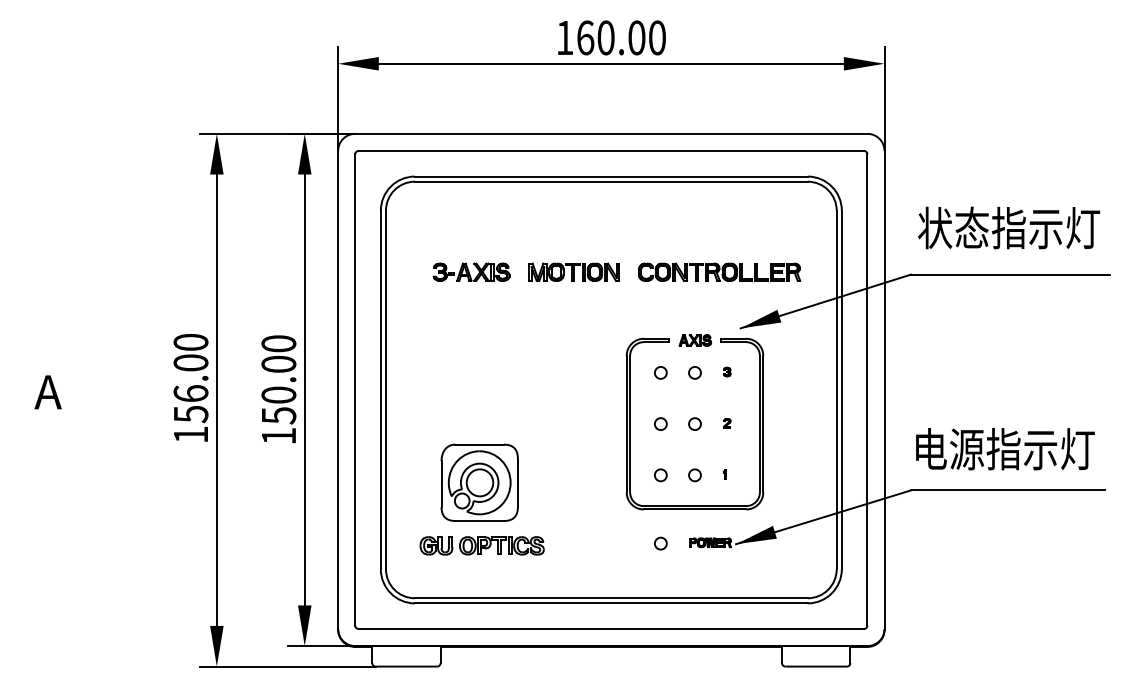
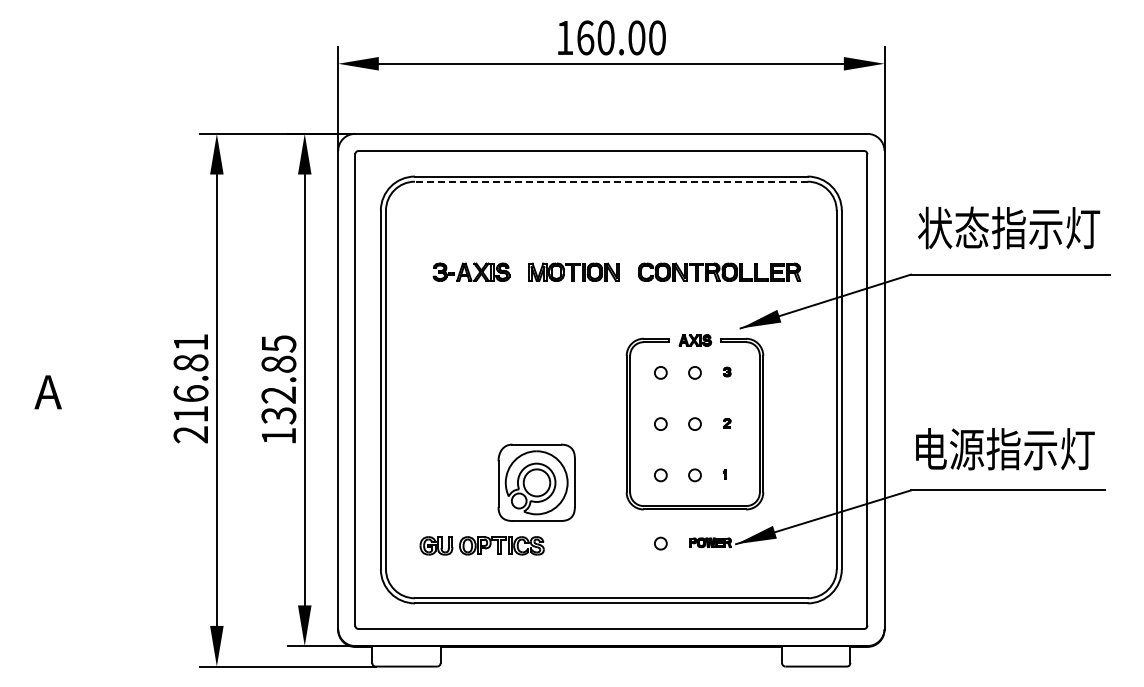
line at (610, 181): solid -> dashed
text at (278, 379): 150.00 -> 132.85
text at (190, 388): 156.00 -> 216.81
part at (479, 482) position: (479, 482) -> (536, 482)
